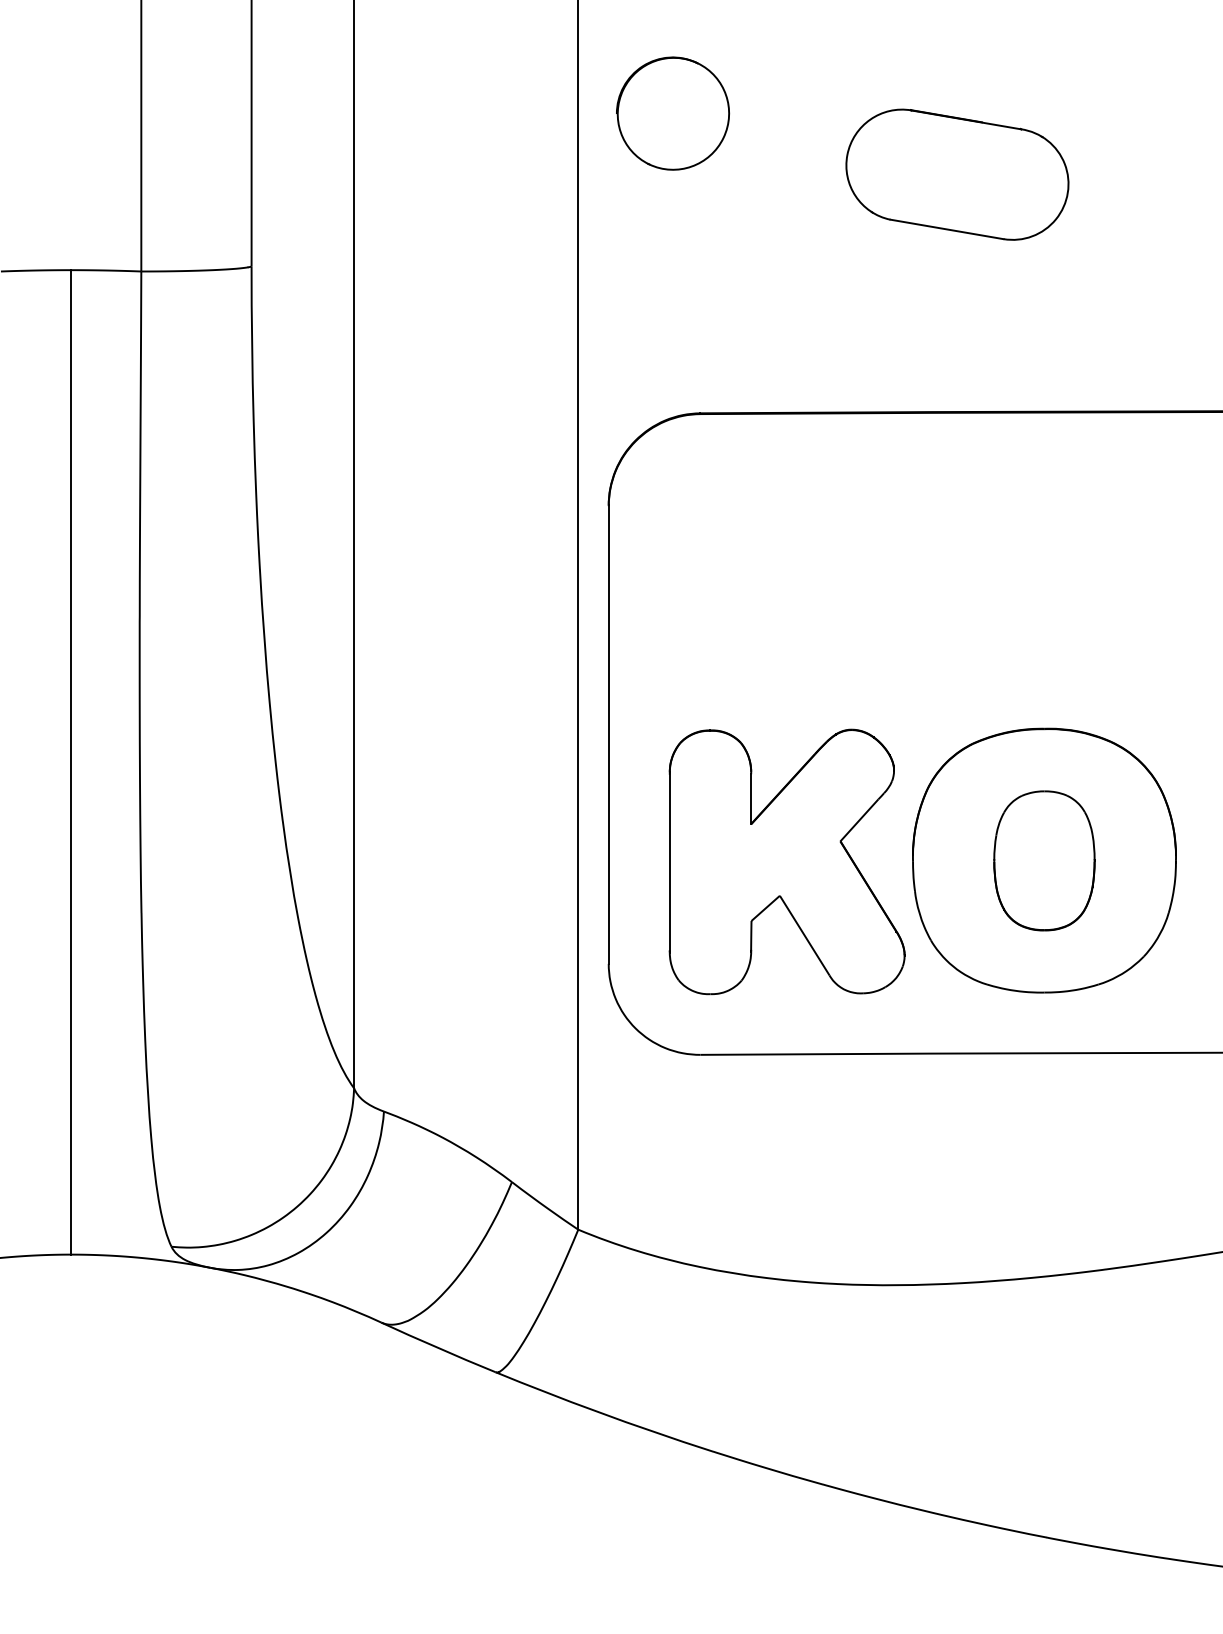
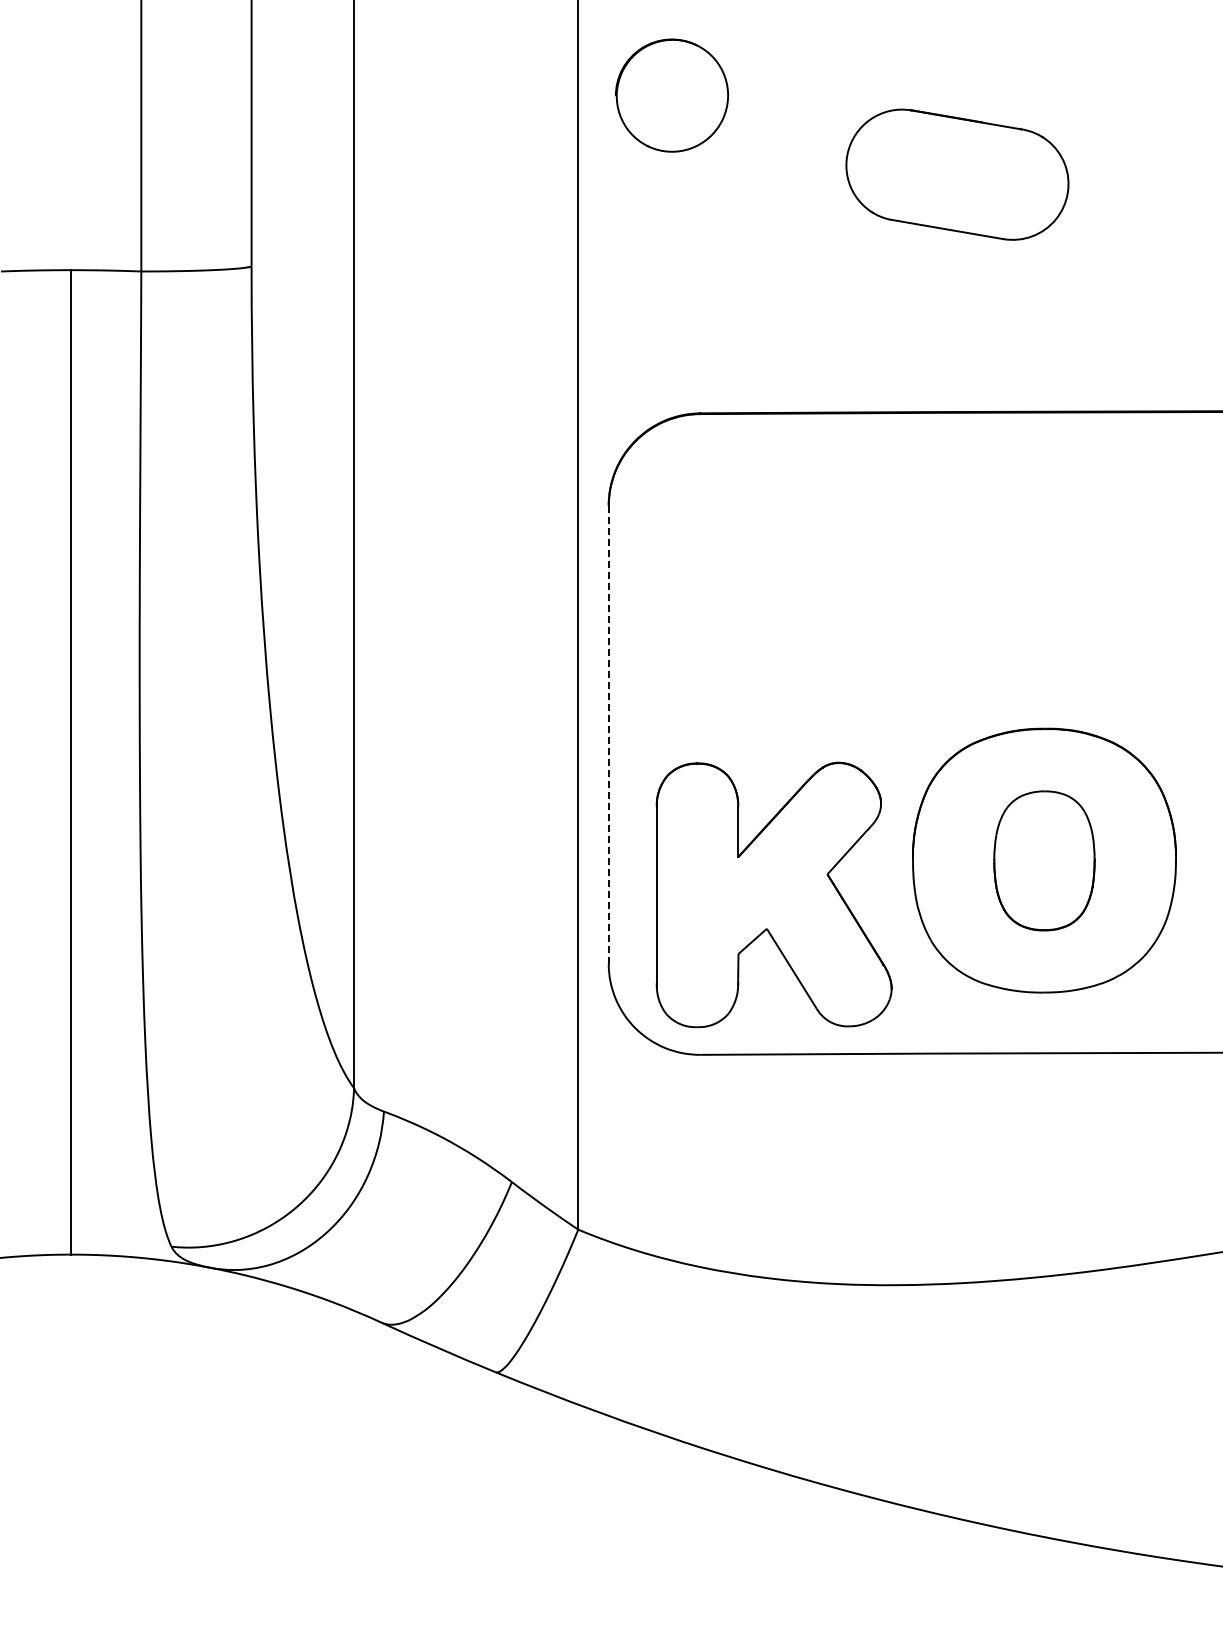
part at (672, 113) position: (672, 113) -> (671, 95)
line at (608, 734): solid -> dashed
part at (786, 861) position: (786, 861) -> (773, 894)
